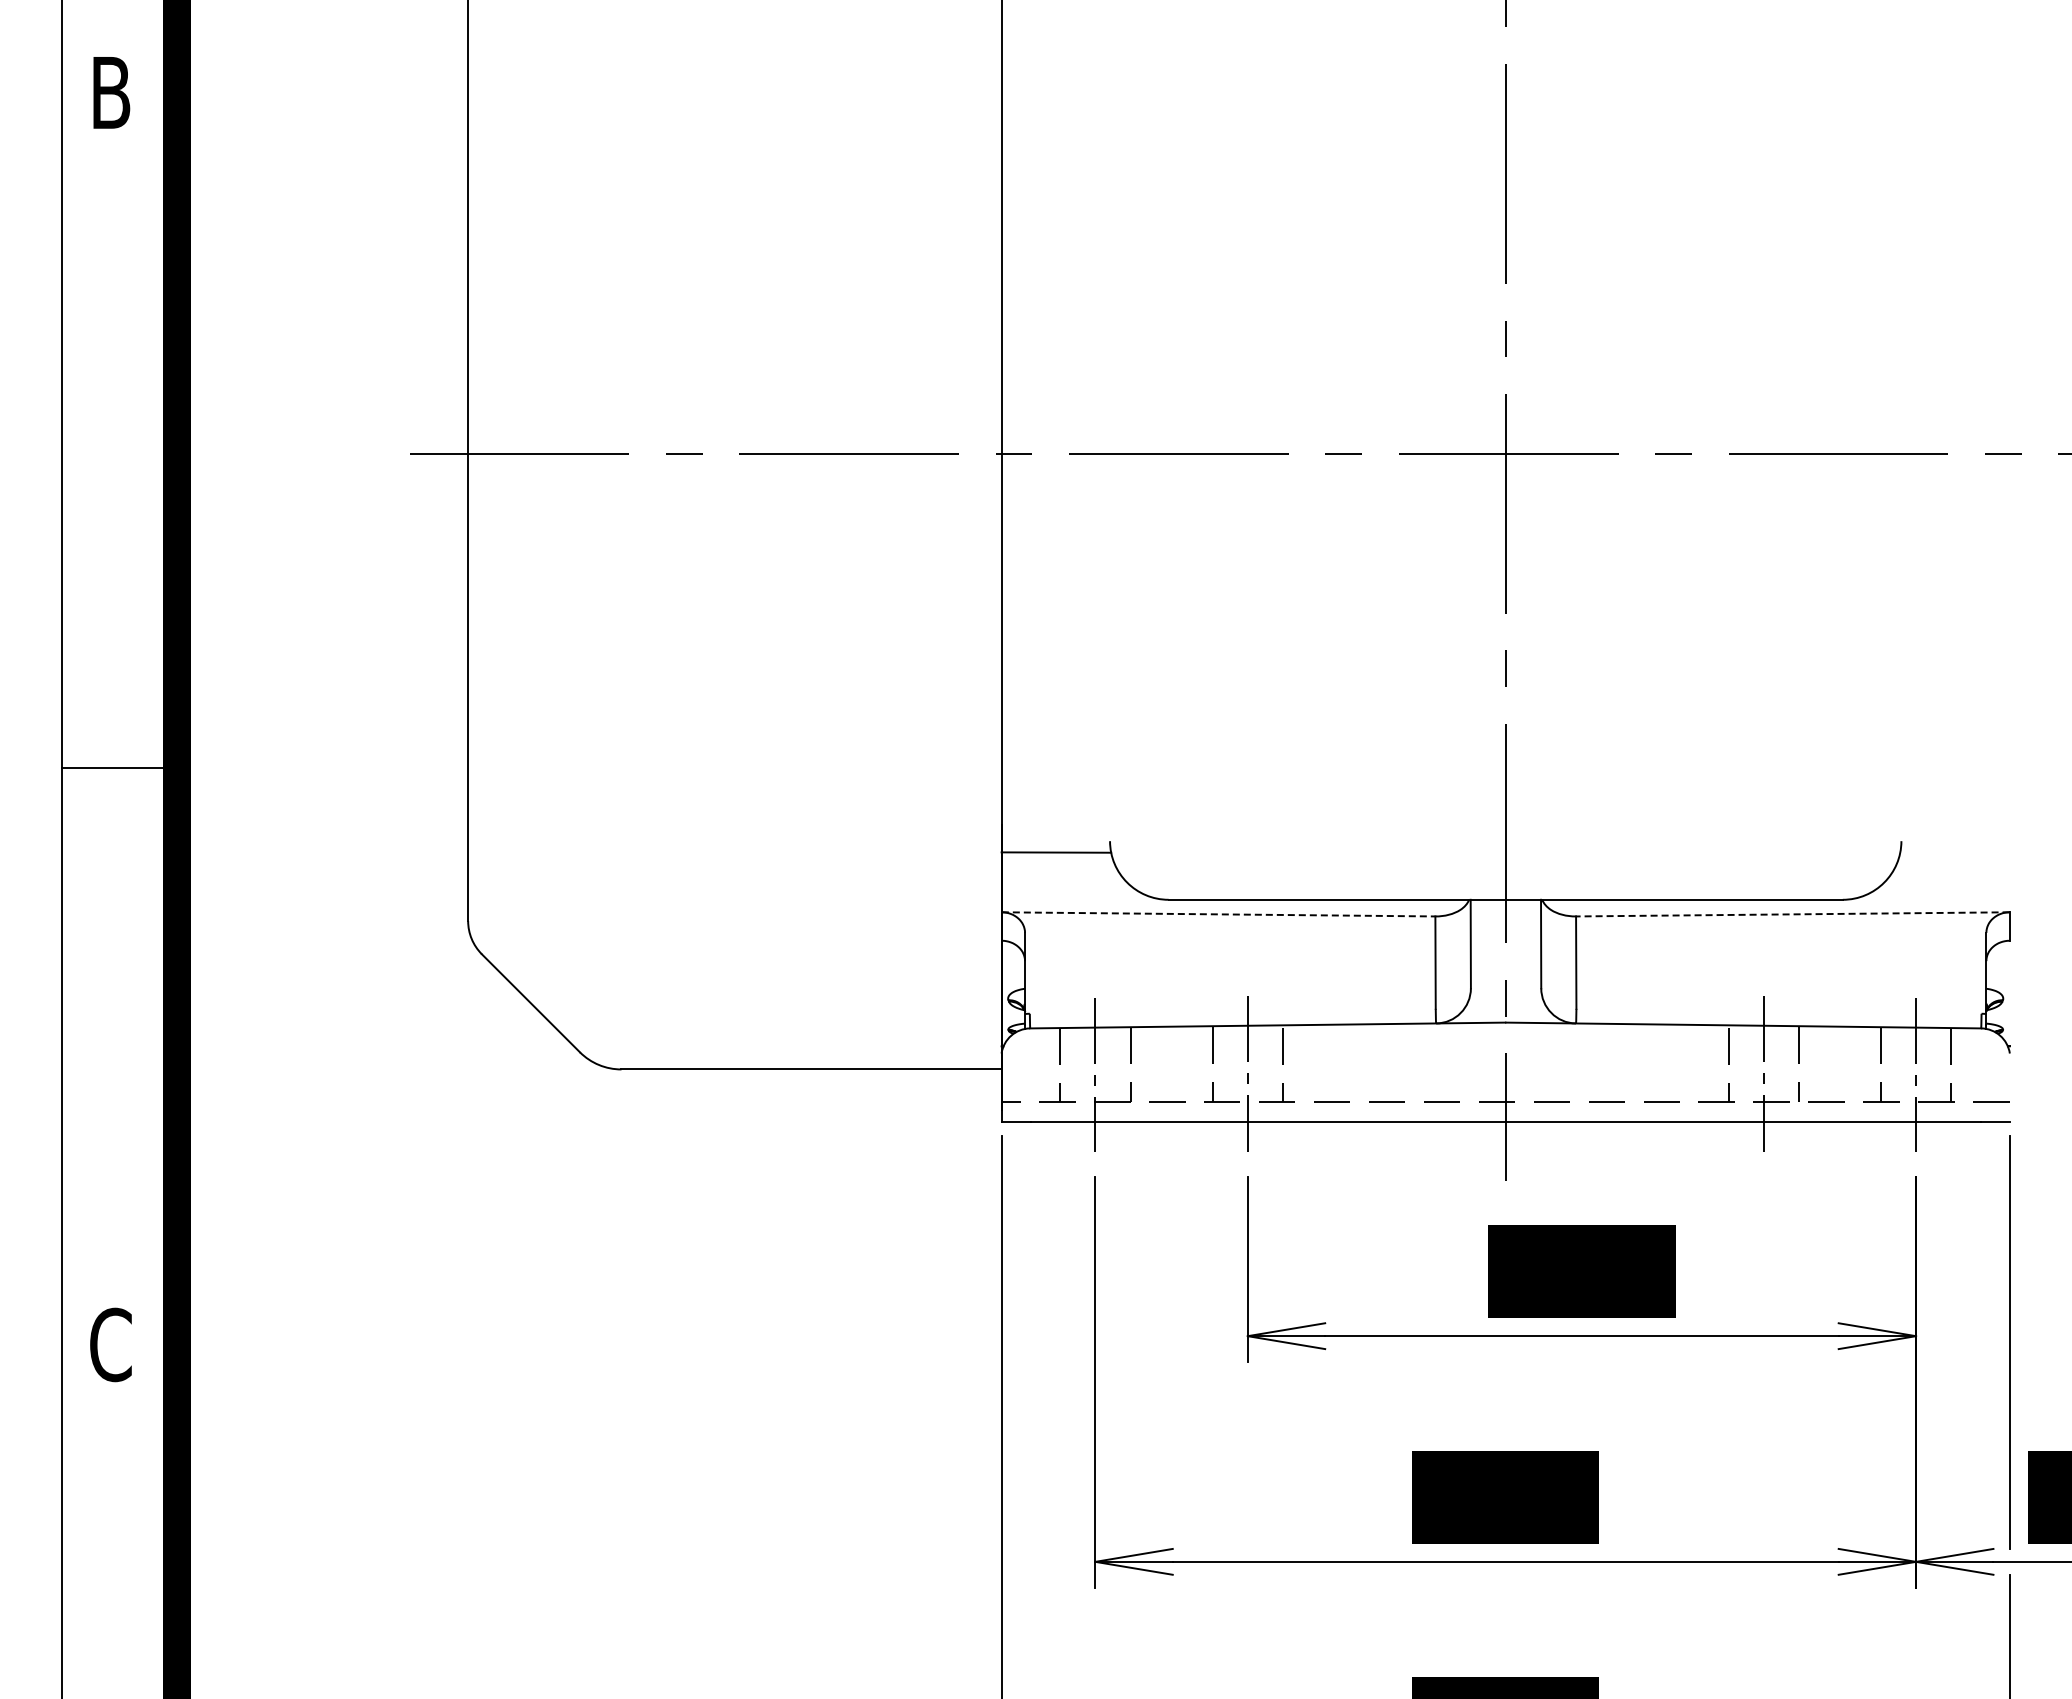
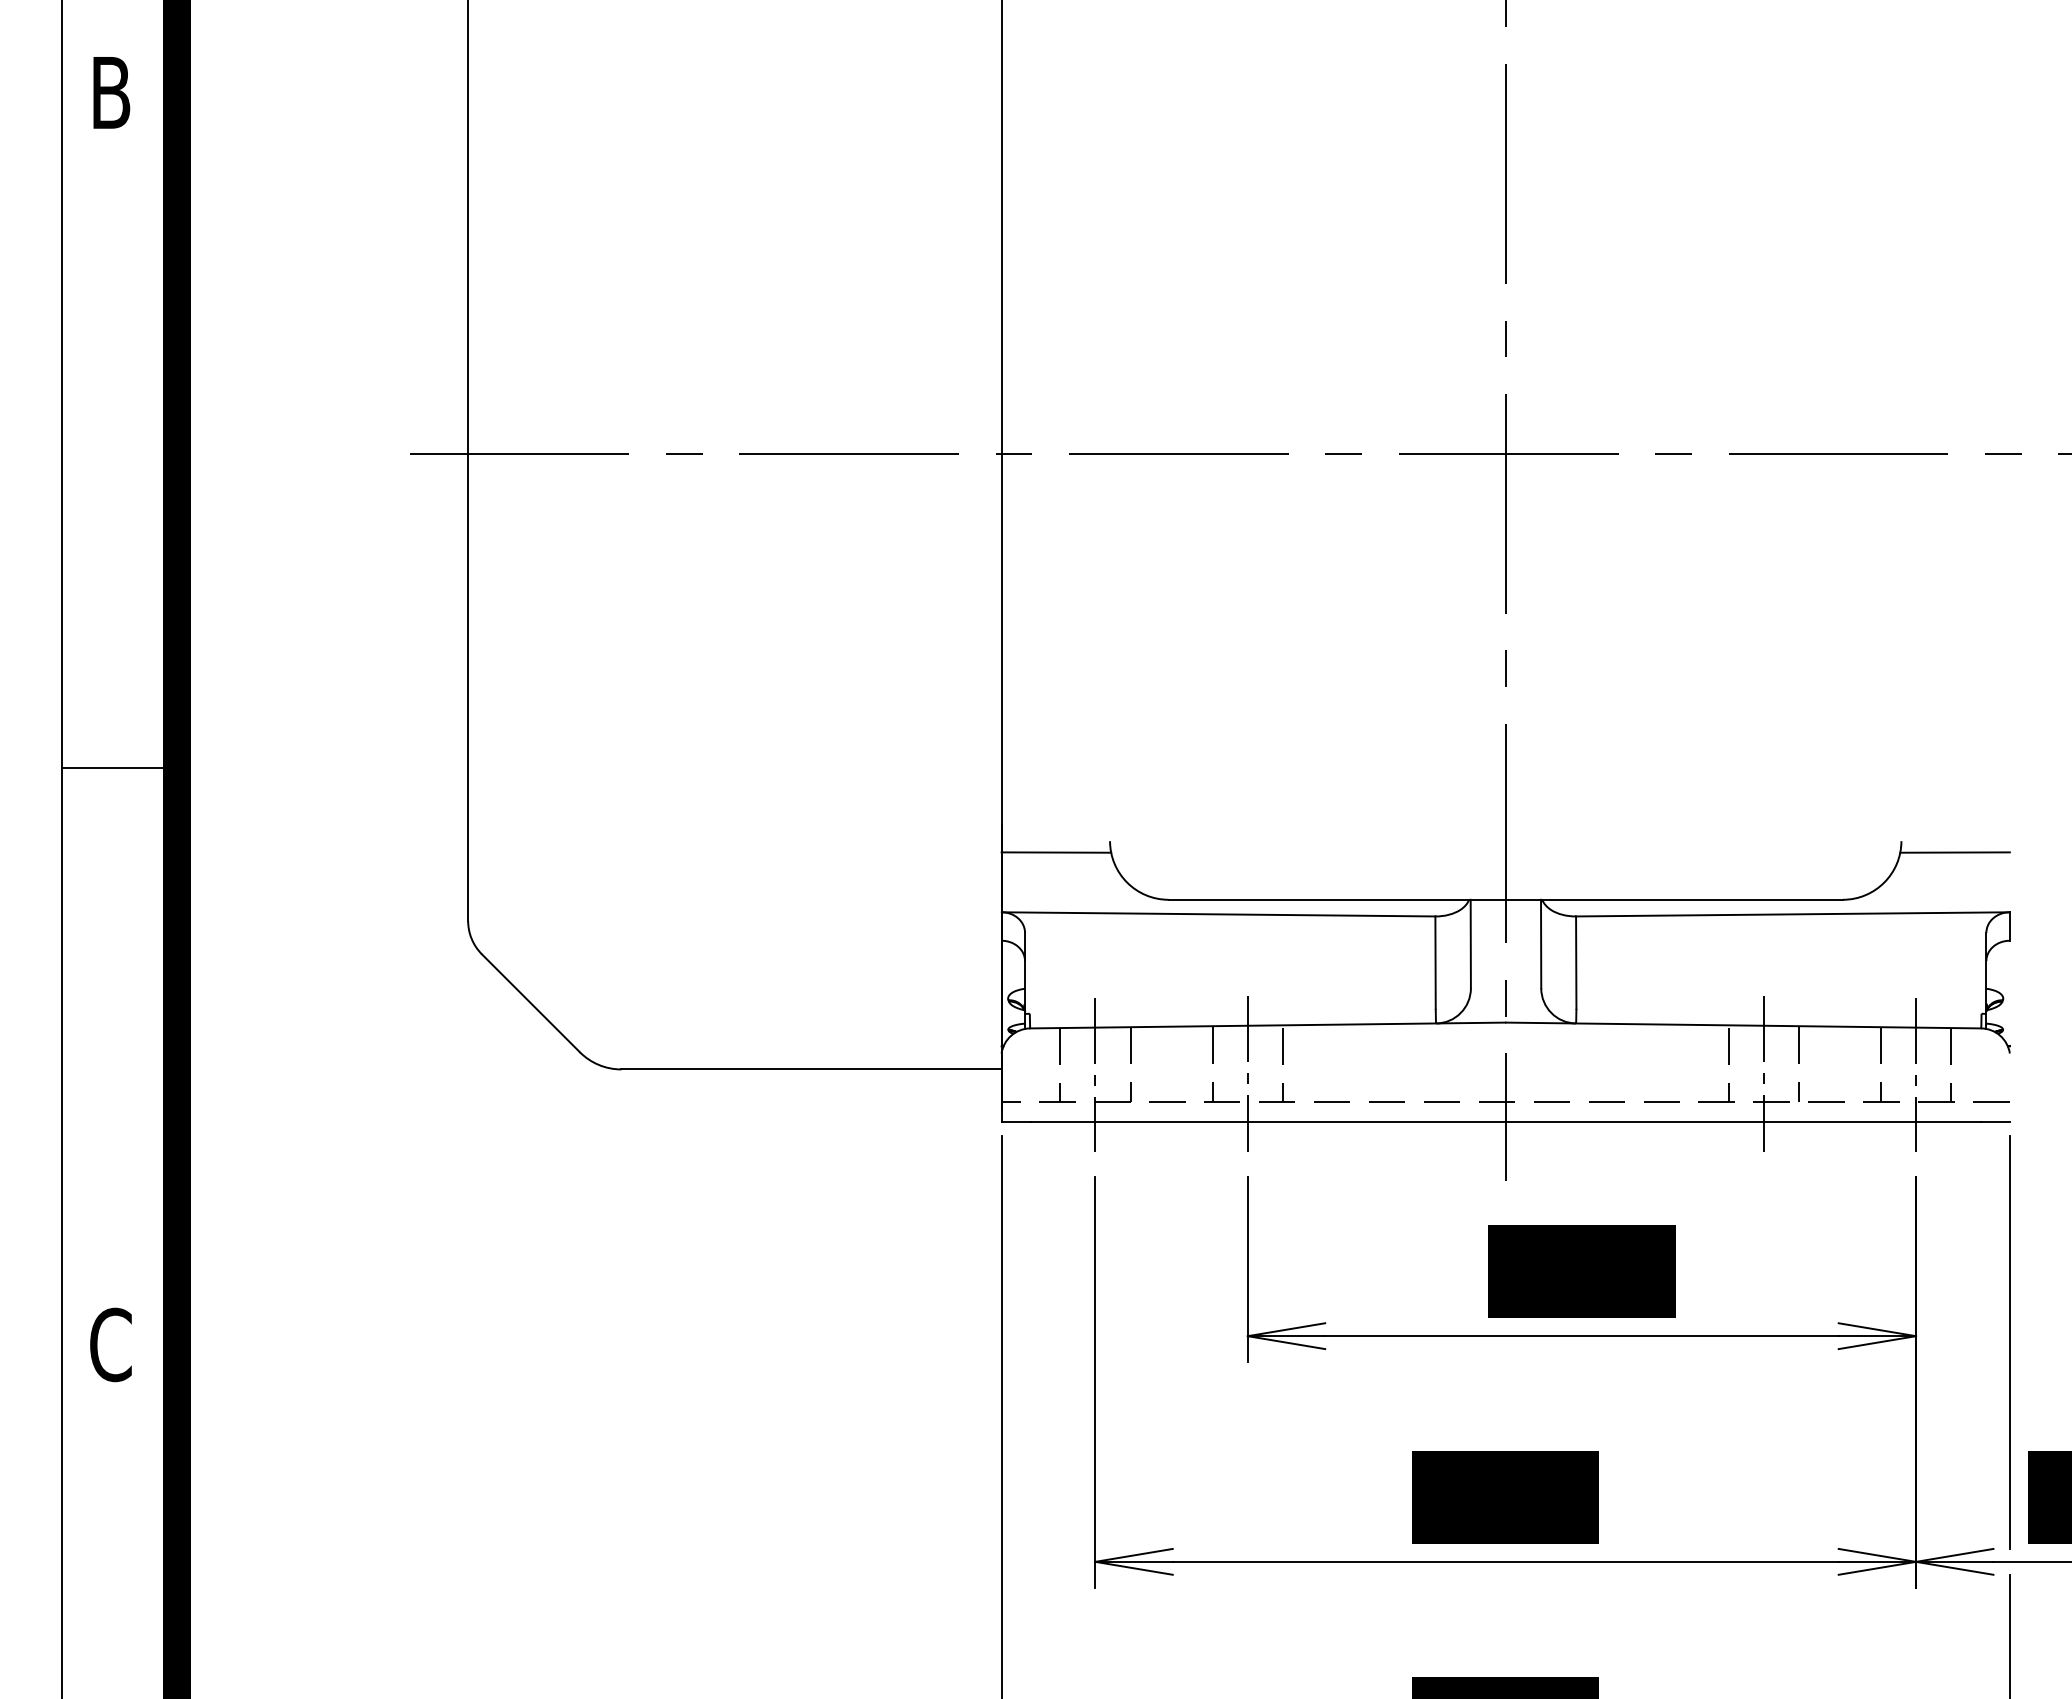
line at (1954, 852): none -> present
line at (1218, 914): dashed -> solid
line at (1792, 914): dashed -> solid
